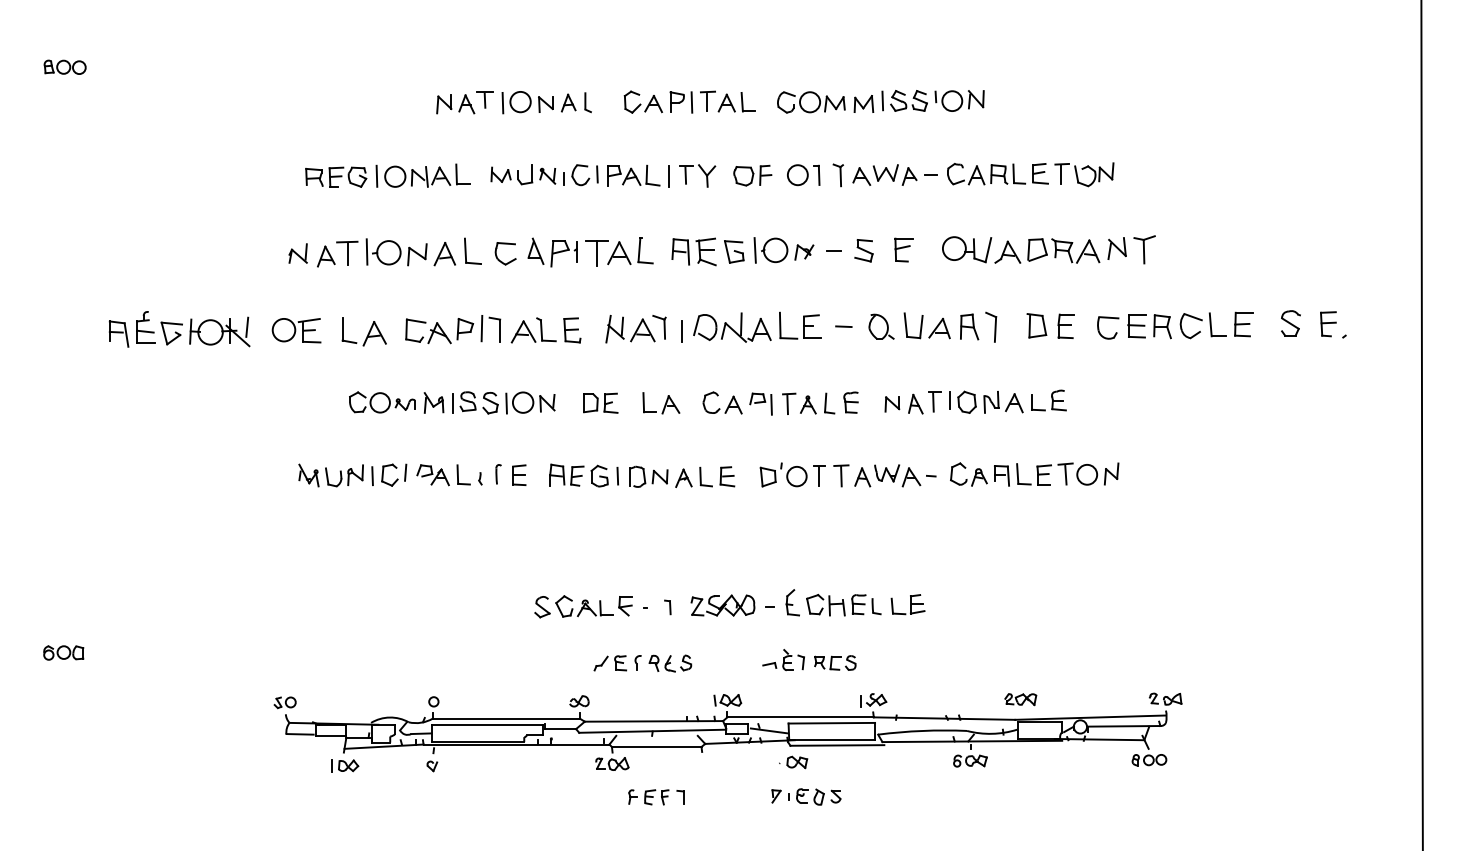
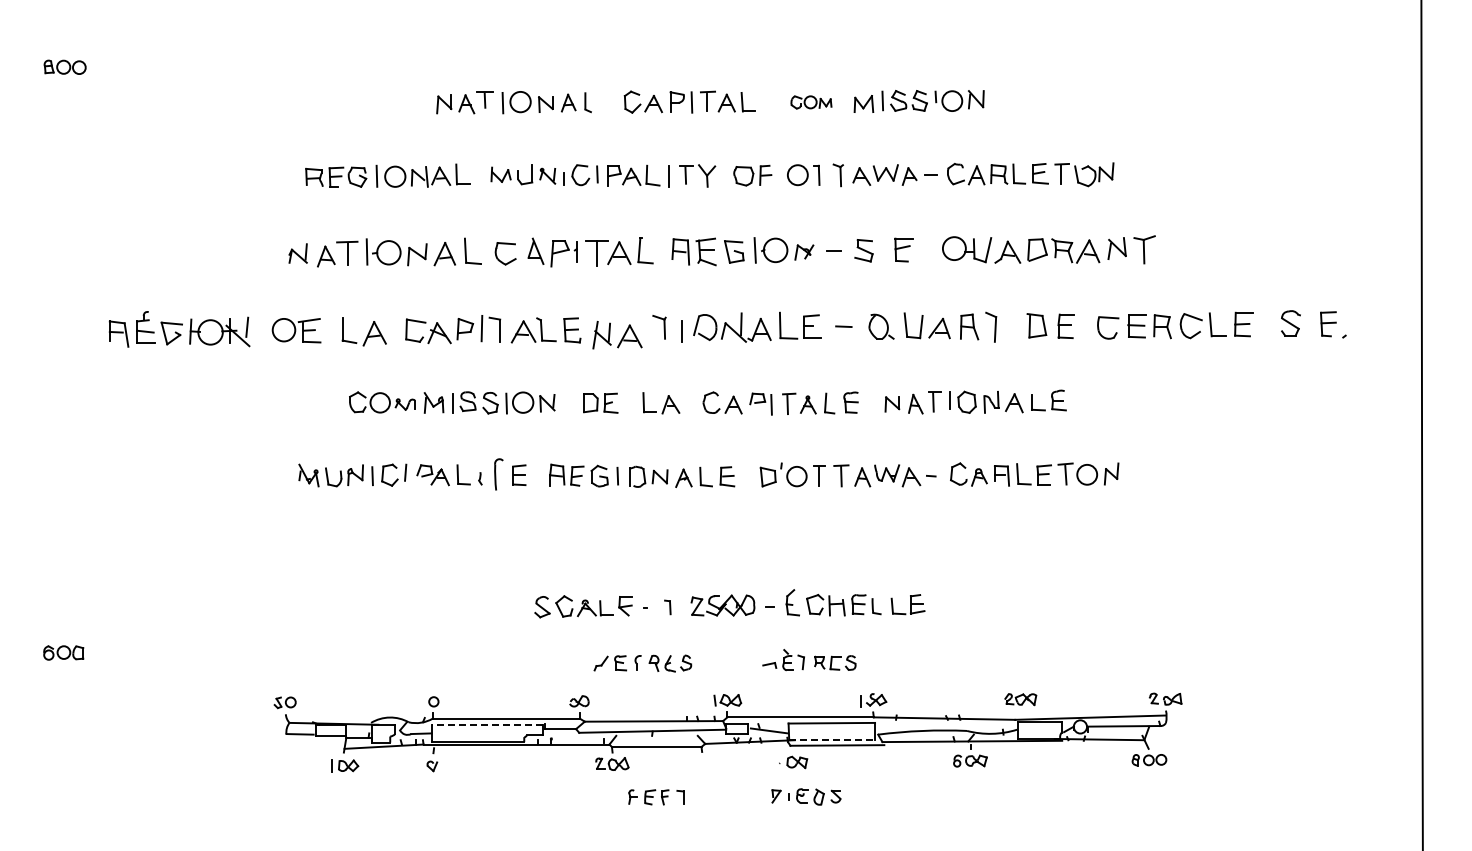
part at (811, 102) size: 69x23 px -> 43x15 px
part at (630, 329) position: (630, 329) -> (617, 335)
part at (498, 474) size: 7x21 px -> 10x33 px
line at (487, 724): solid -> dashed
line at (832, 740): solid -> dashed
